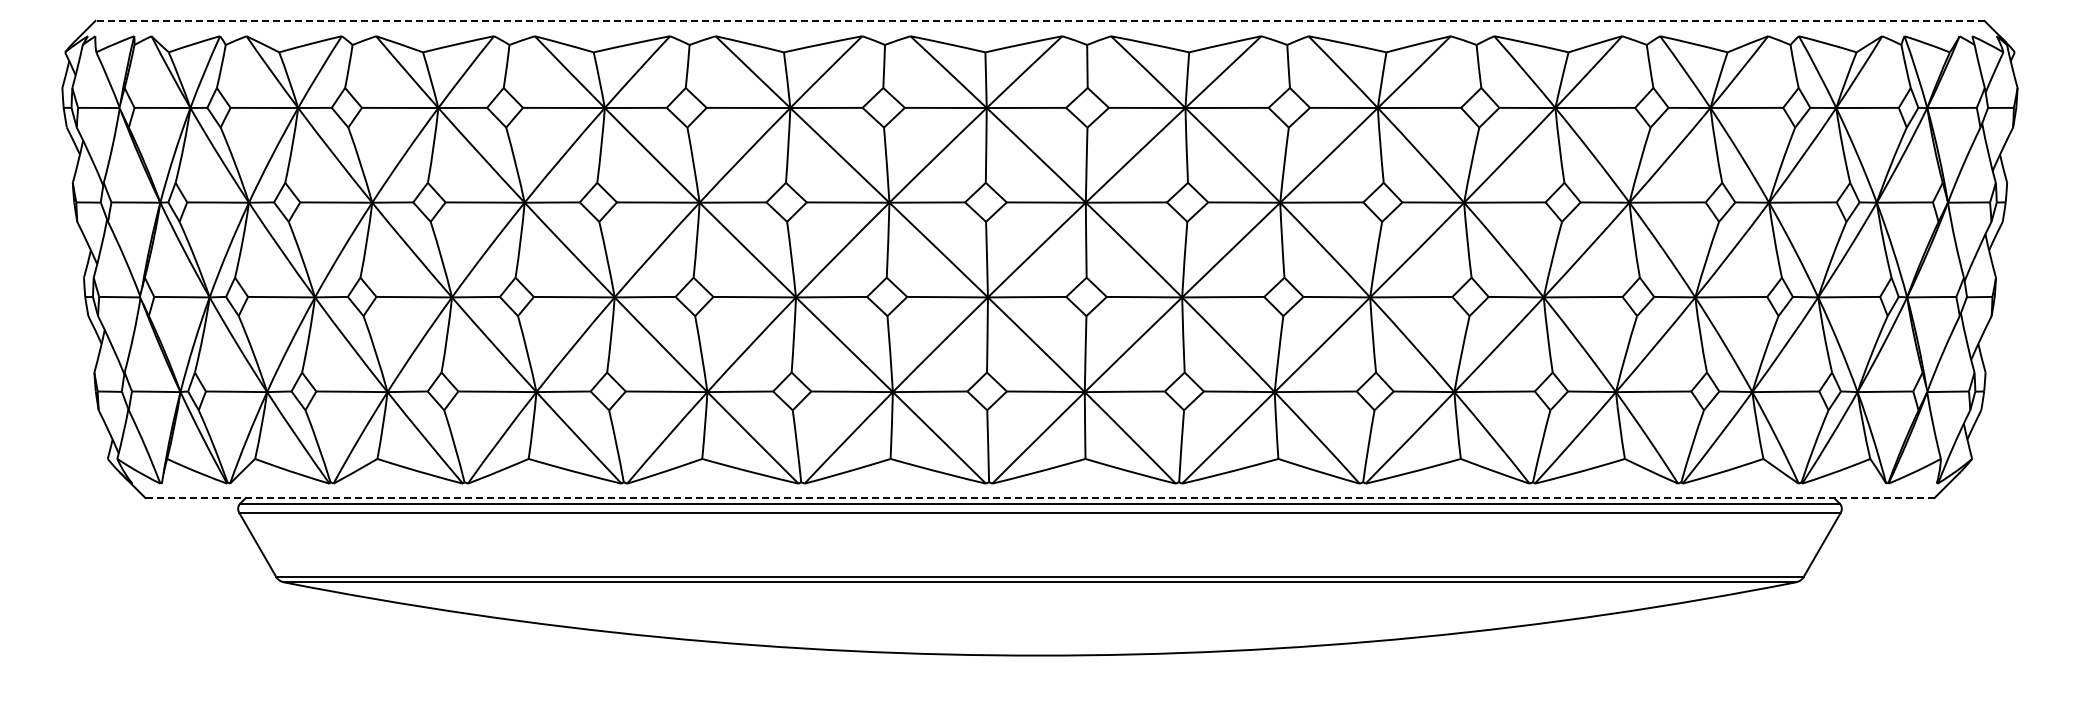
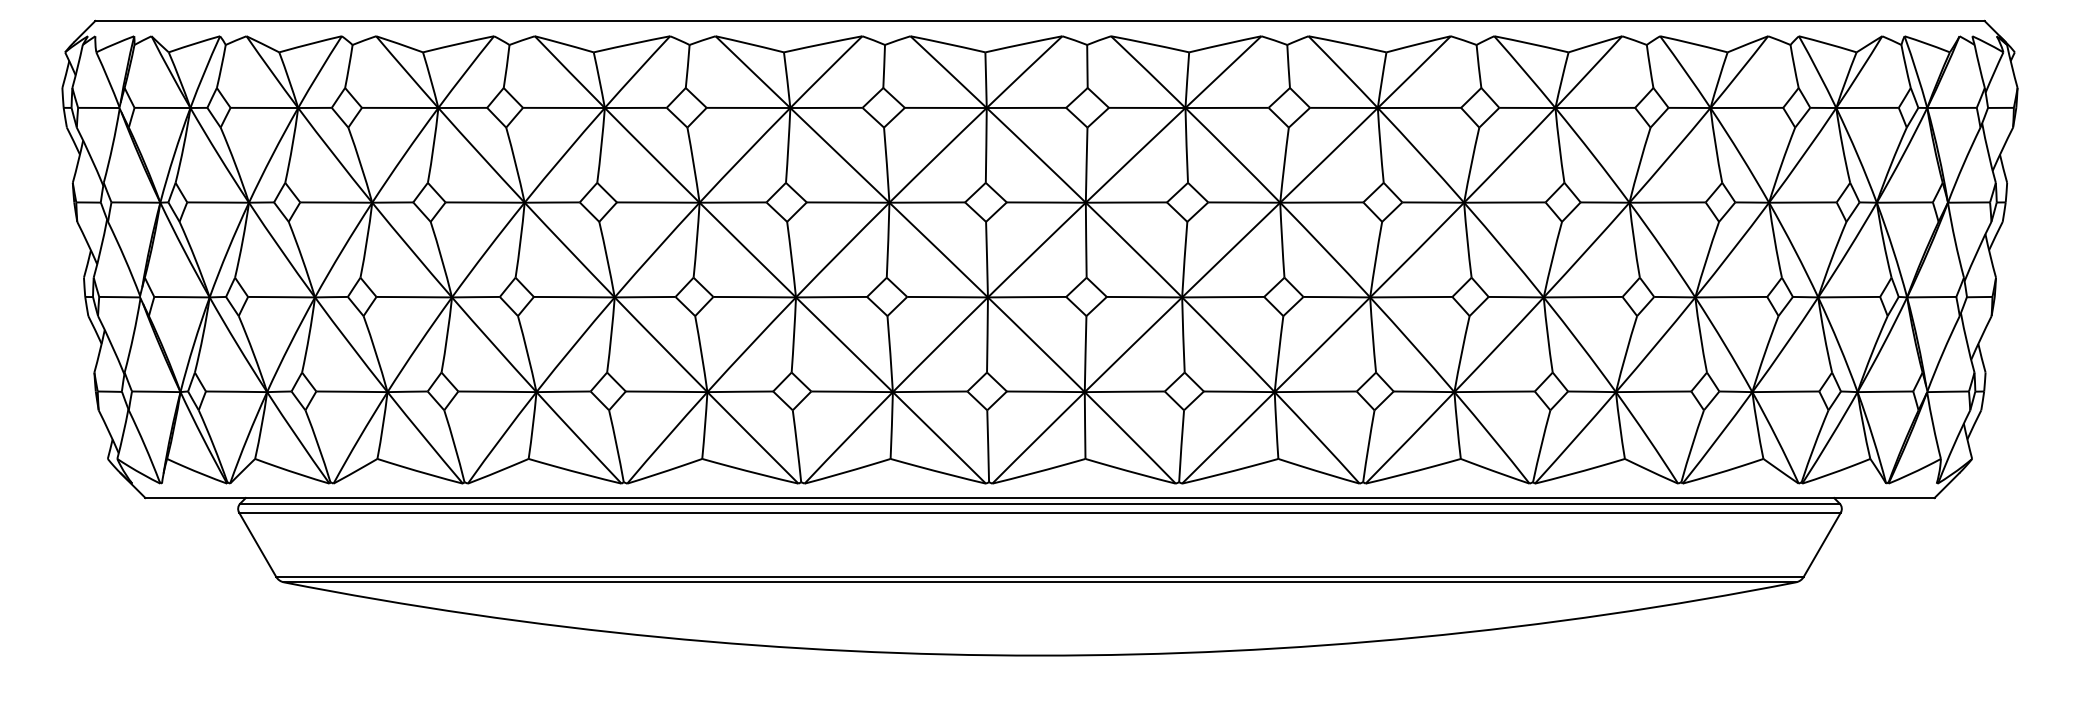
line at (1039, 20): dashed -> solid
line at (1039, 498): dashed -> solid
